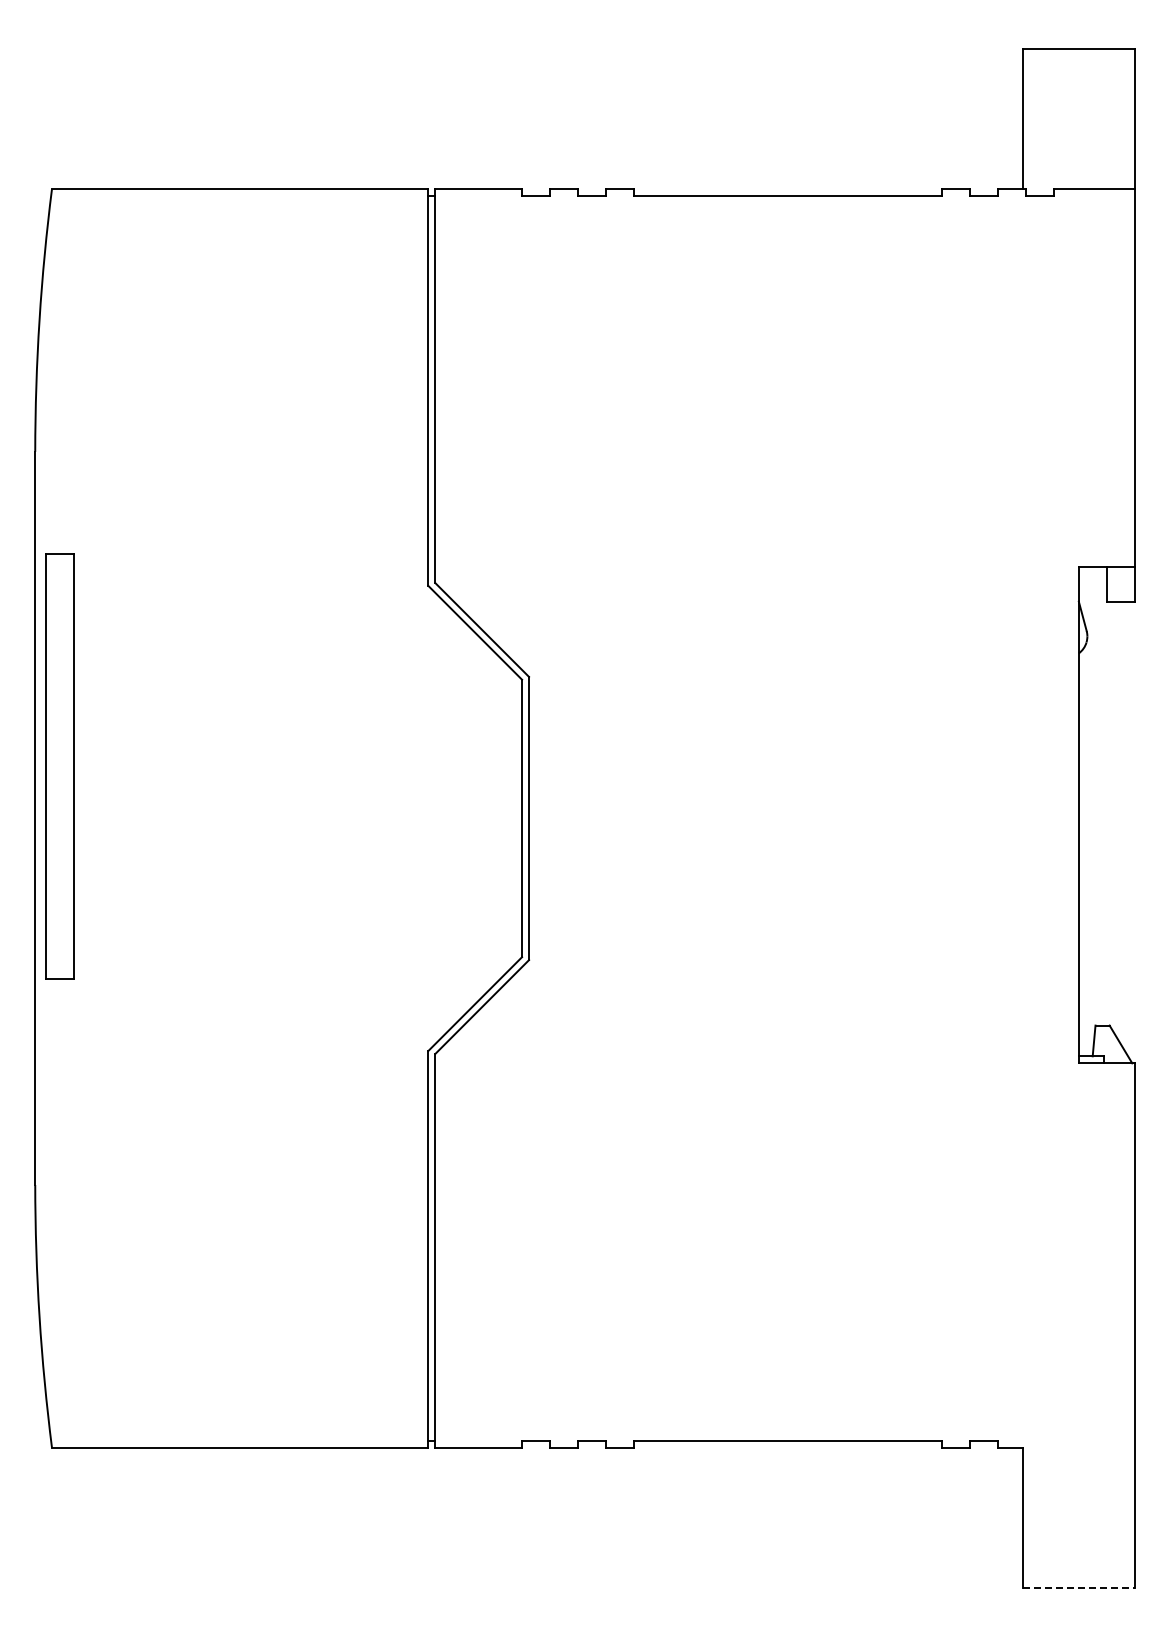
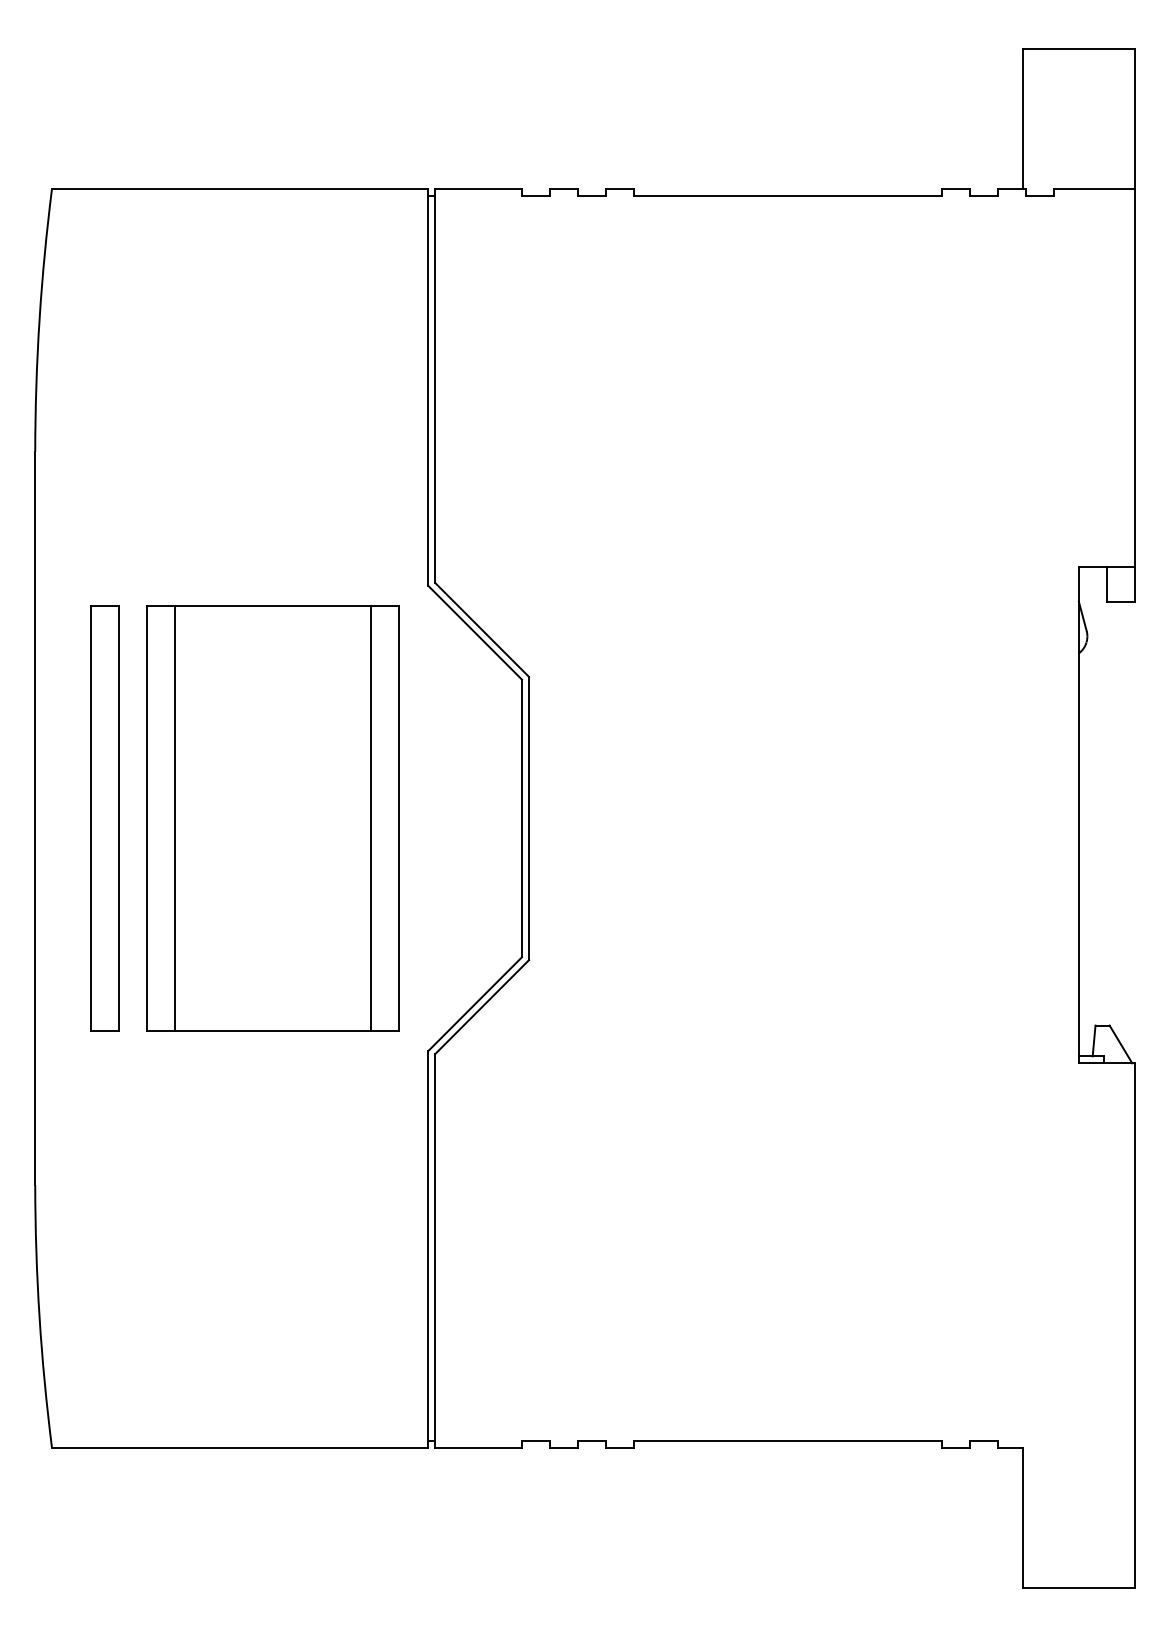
part at (59, 766) position: (59, 766) -> (104, 818)
part at (272, 818): none -> present
line at (1078, 1587): dashed -> solid
